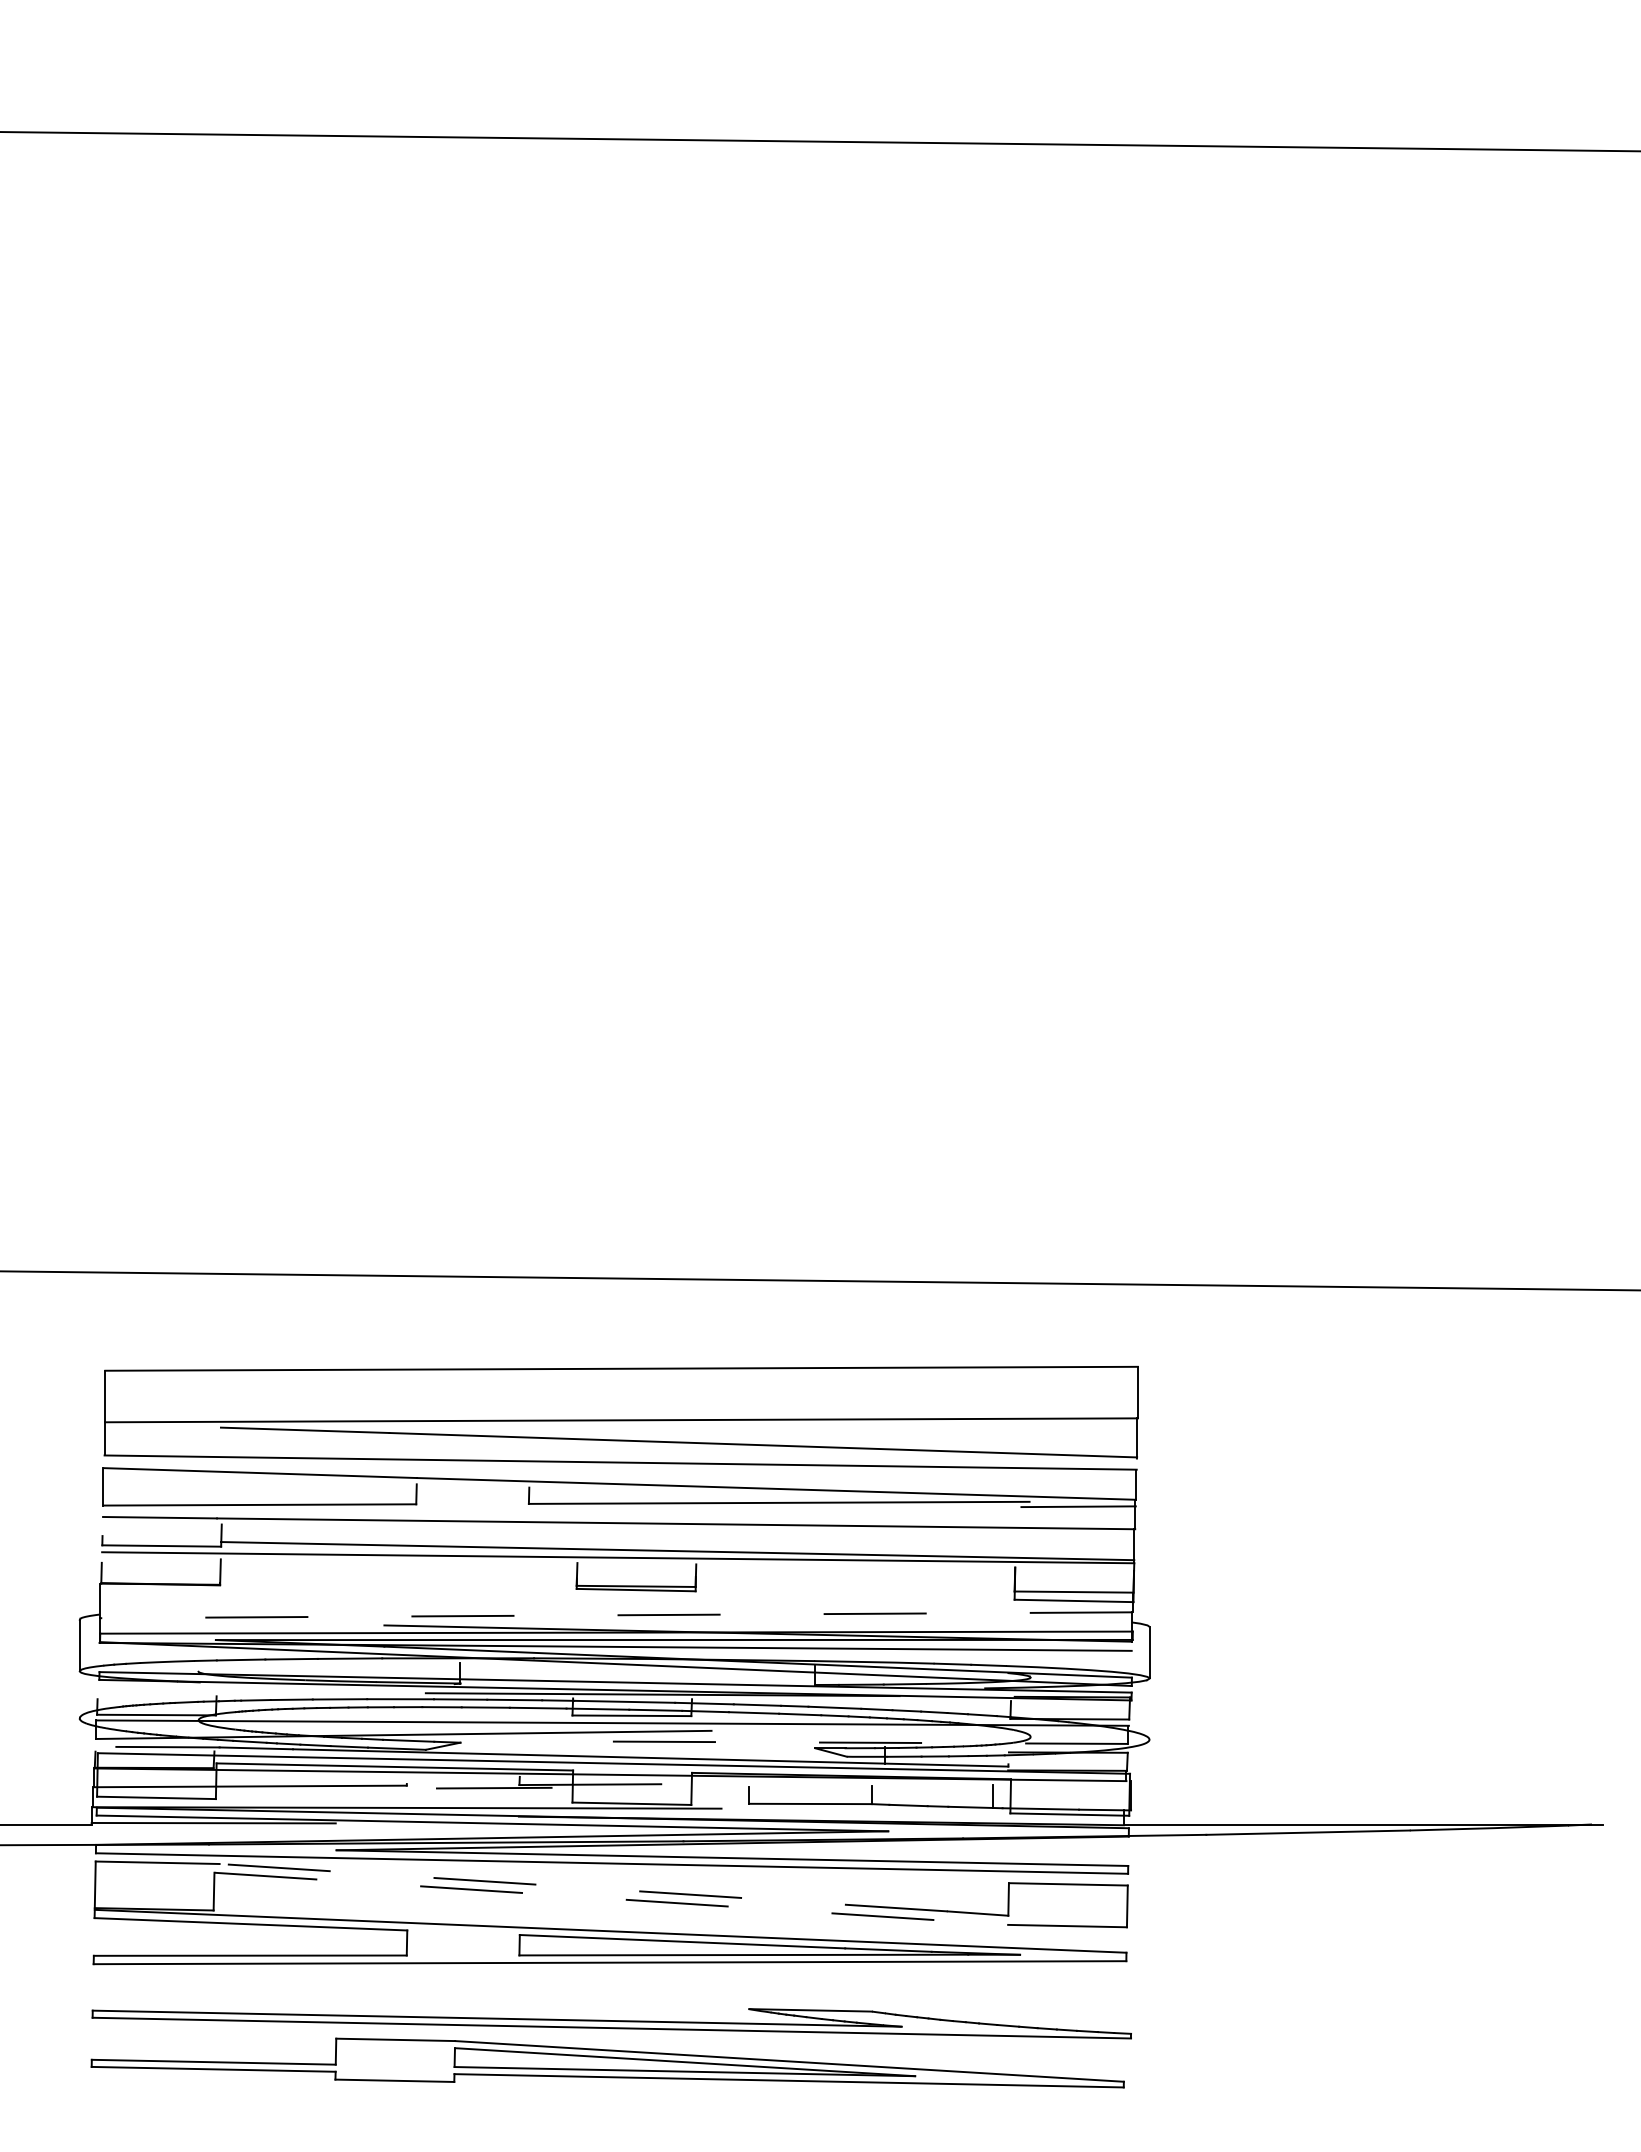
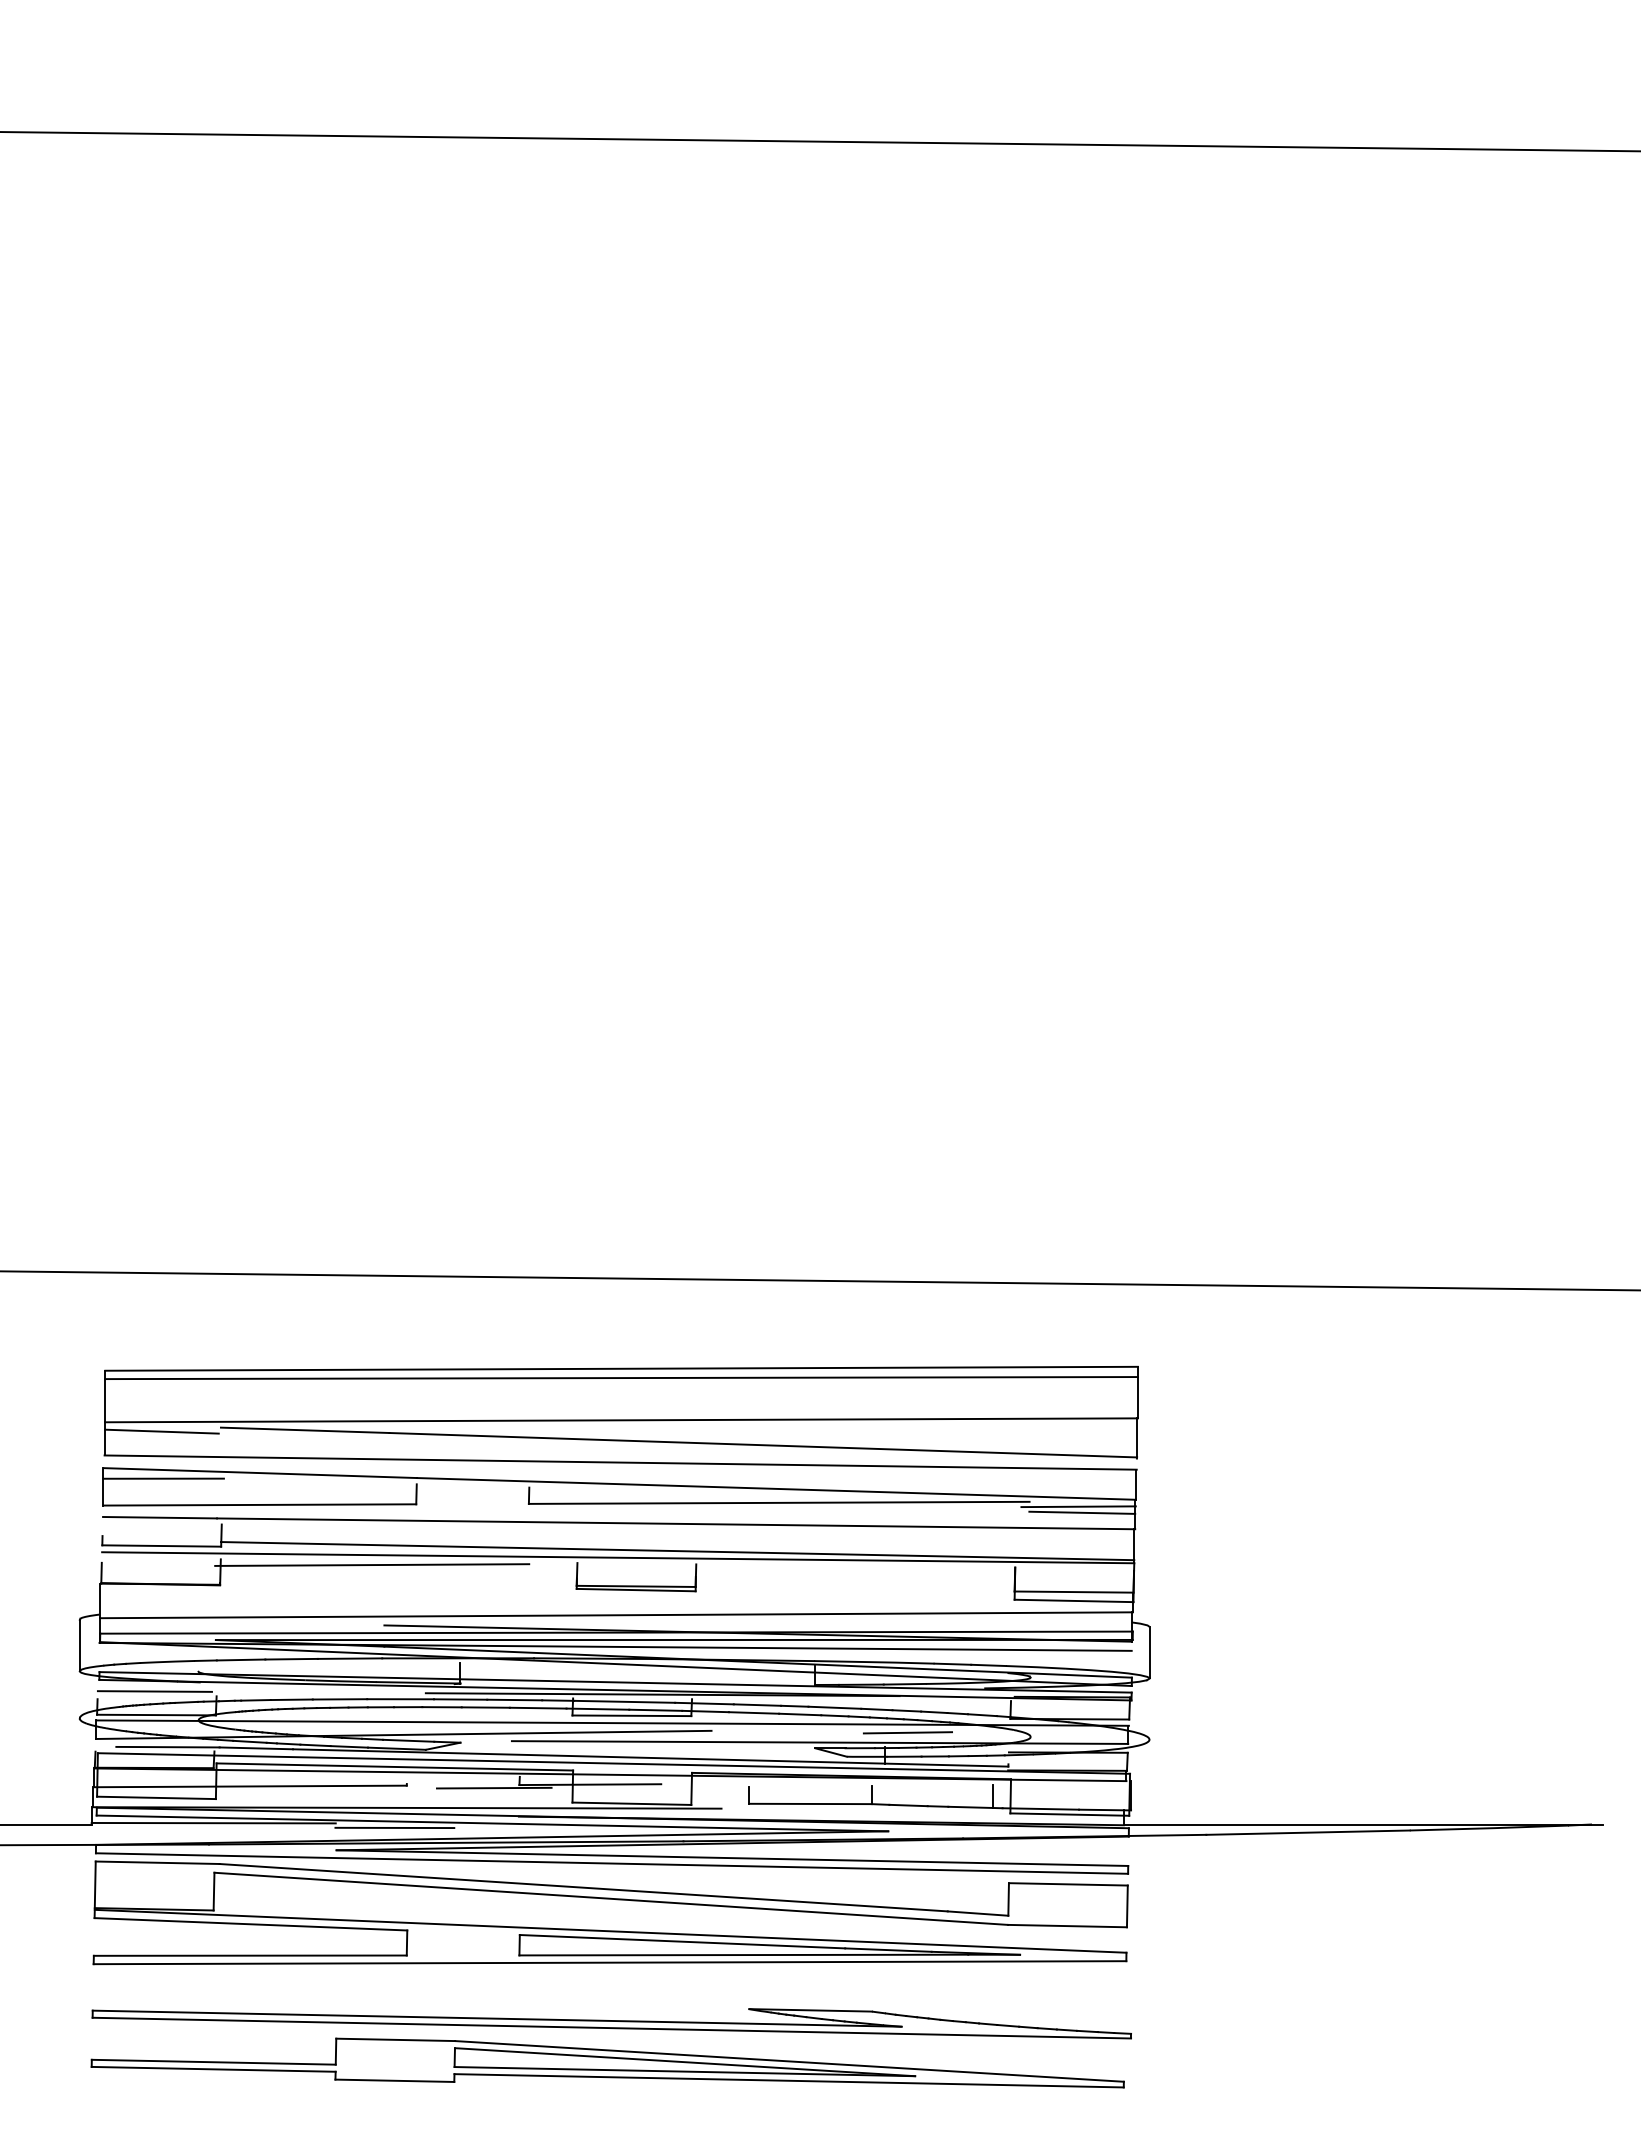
line at (621, 1378): none -> present
line at (161, 1431): none -> present
line at (163, 1478): none -> present
line at (1082, 1512): none -> present
line at (372, 1564): none -> present
line at (616, 1615): dashed -> solid
line at (154, 1691): none -> present
line at (907, 1732): none -> present
line at (819, 1742): dashed -> solid
line at (394, 1827): none -> present
line at (583, 1887): dashed -> solid
line at (611, 1898): dashed -> solid
